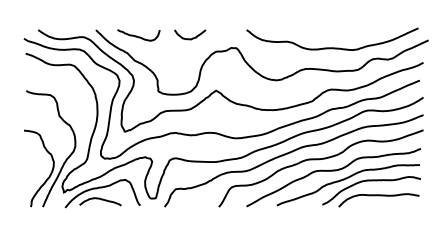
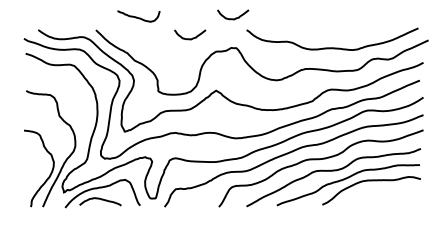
curve at (235, 17): none -> present
curve at (138, 36) position: (138, 36) -> (138, 17)
curve at (378, 196): present -> none
